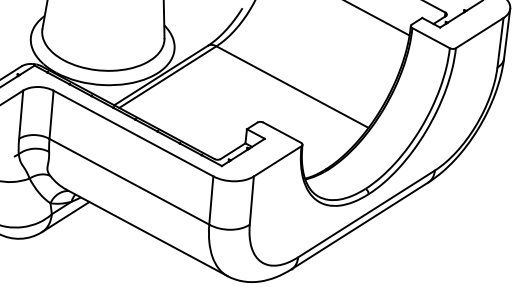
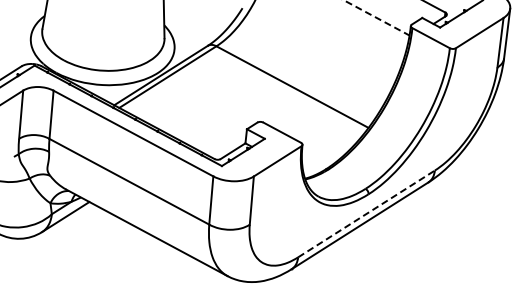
line at (377, 18): solid -> dashed
line at (366, 213): solid -> dashed
